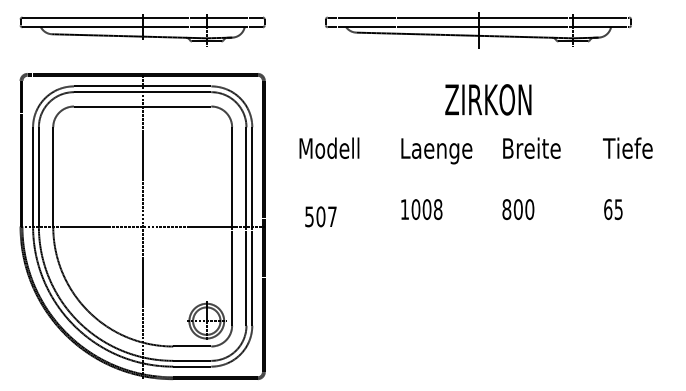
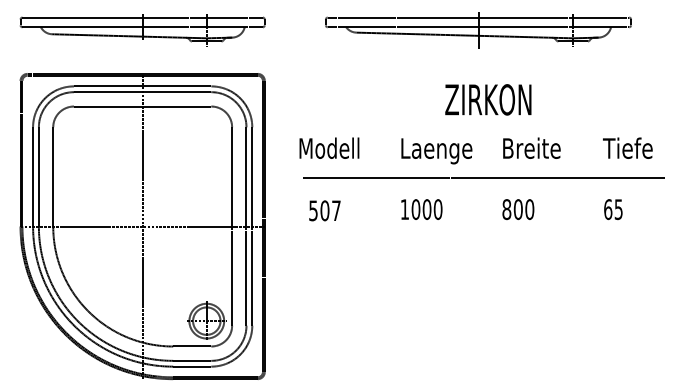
line at (484, 178): none -> present
text at (437, 209): 1008 -> 1000
text at (320, 216) position: (320, 216) -> (324, 210)
